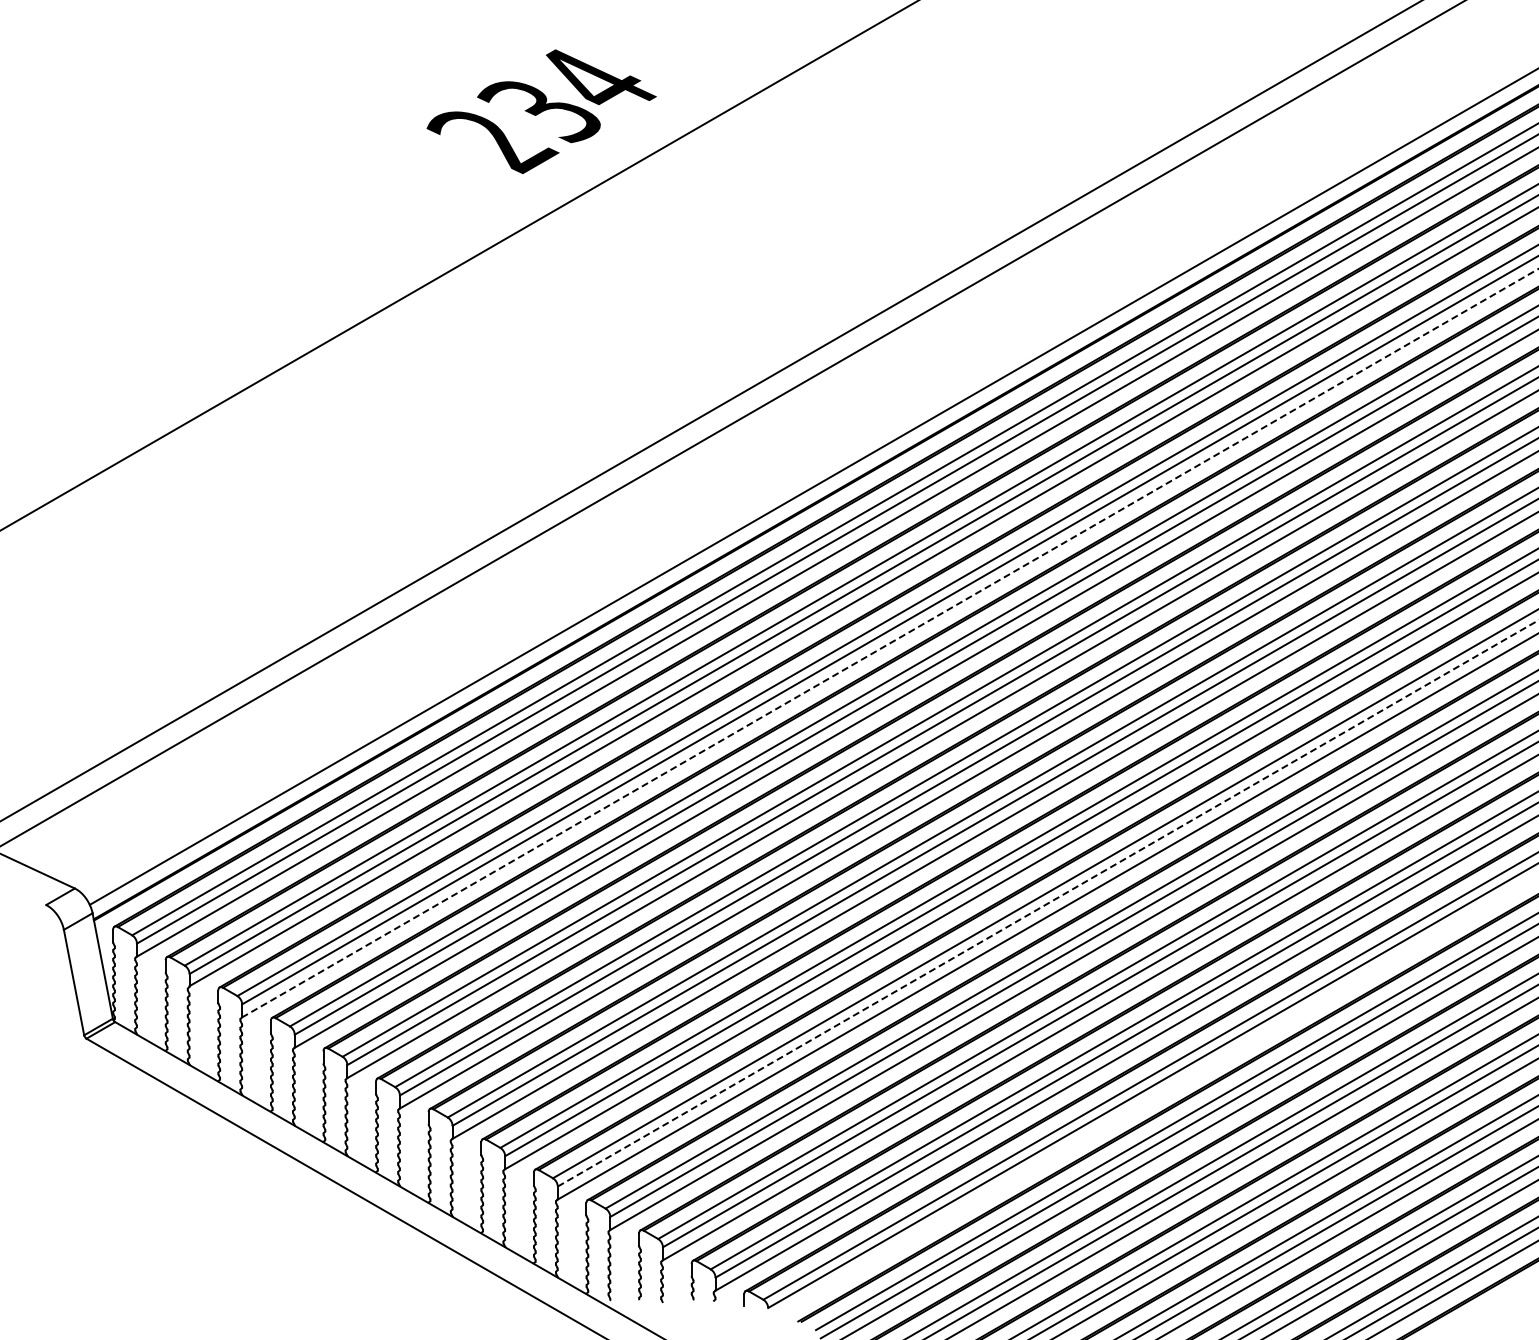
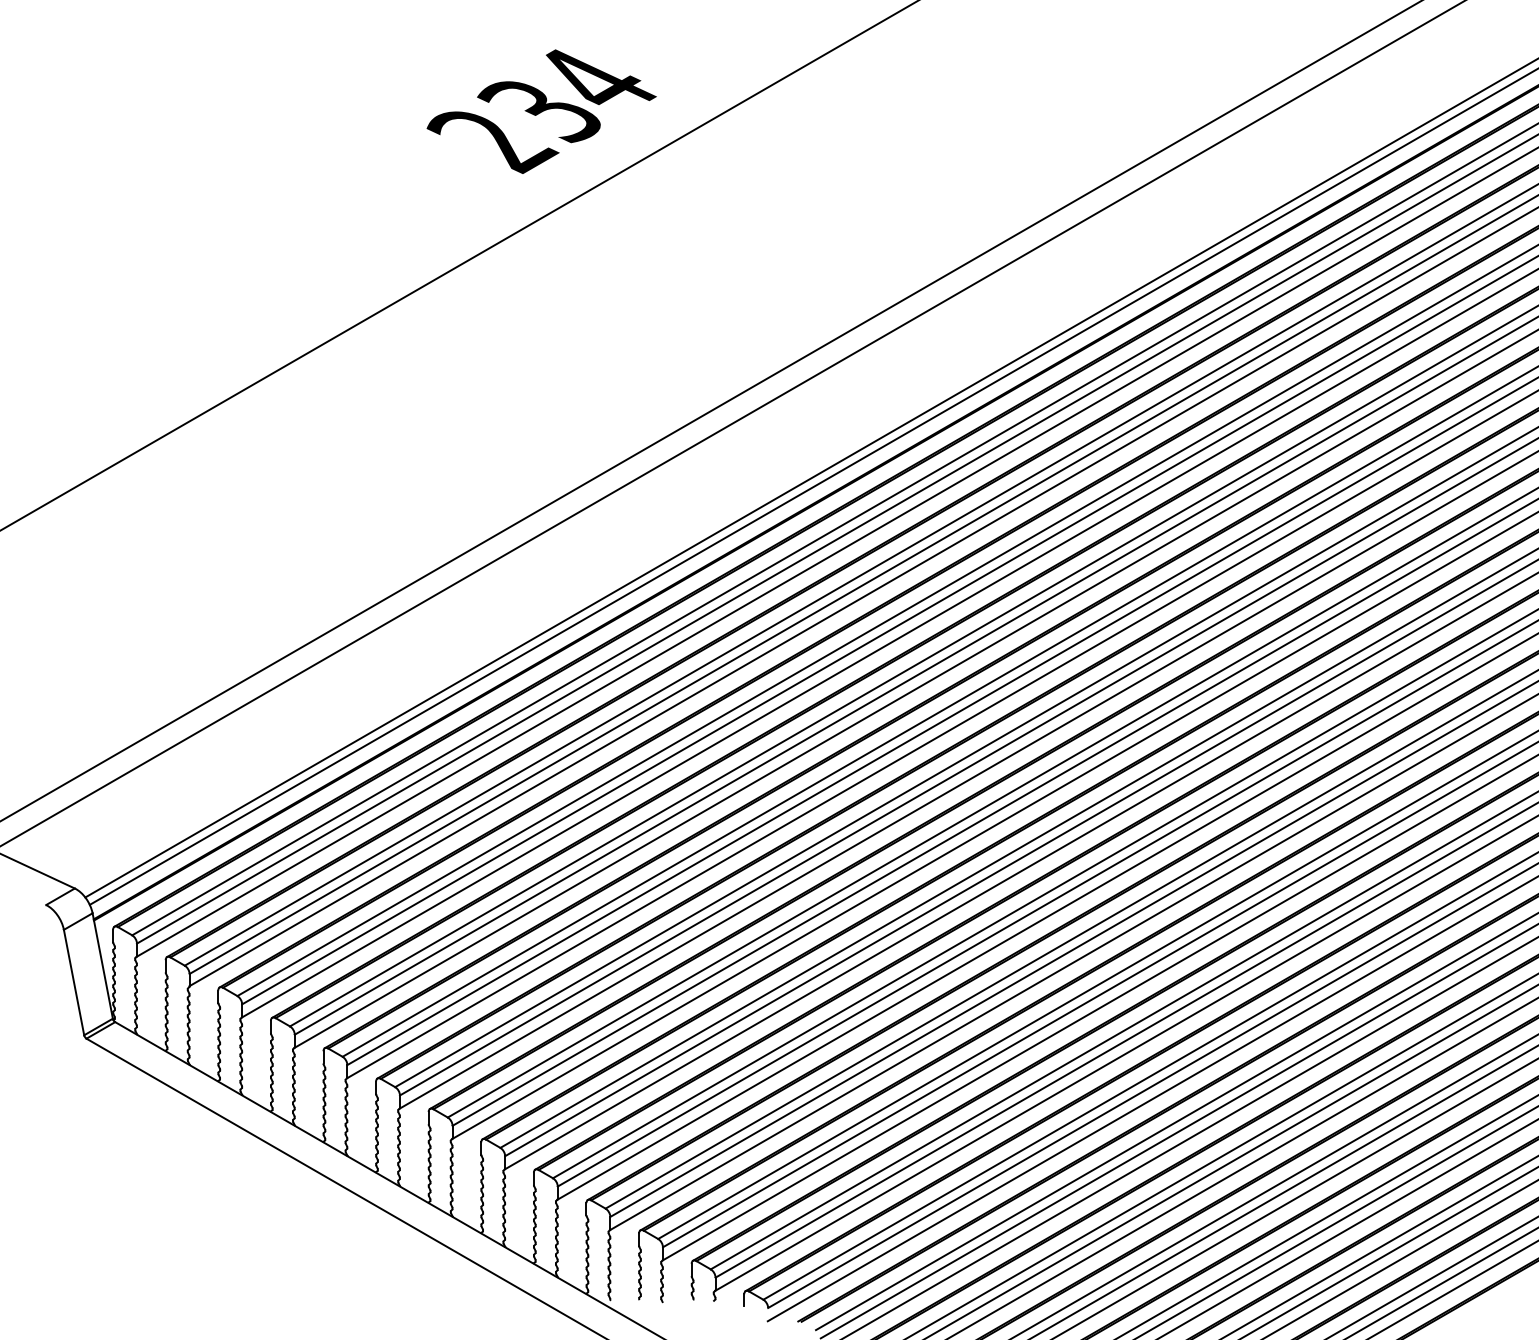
line at (810, 478): none -> present
line at (890, 643): dashed -> solid
line at (1048, 903): dashed -> solid
line at (1151, 1099): none -> present
